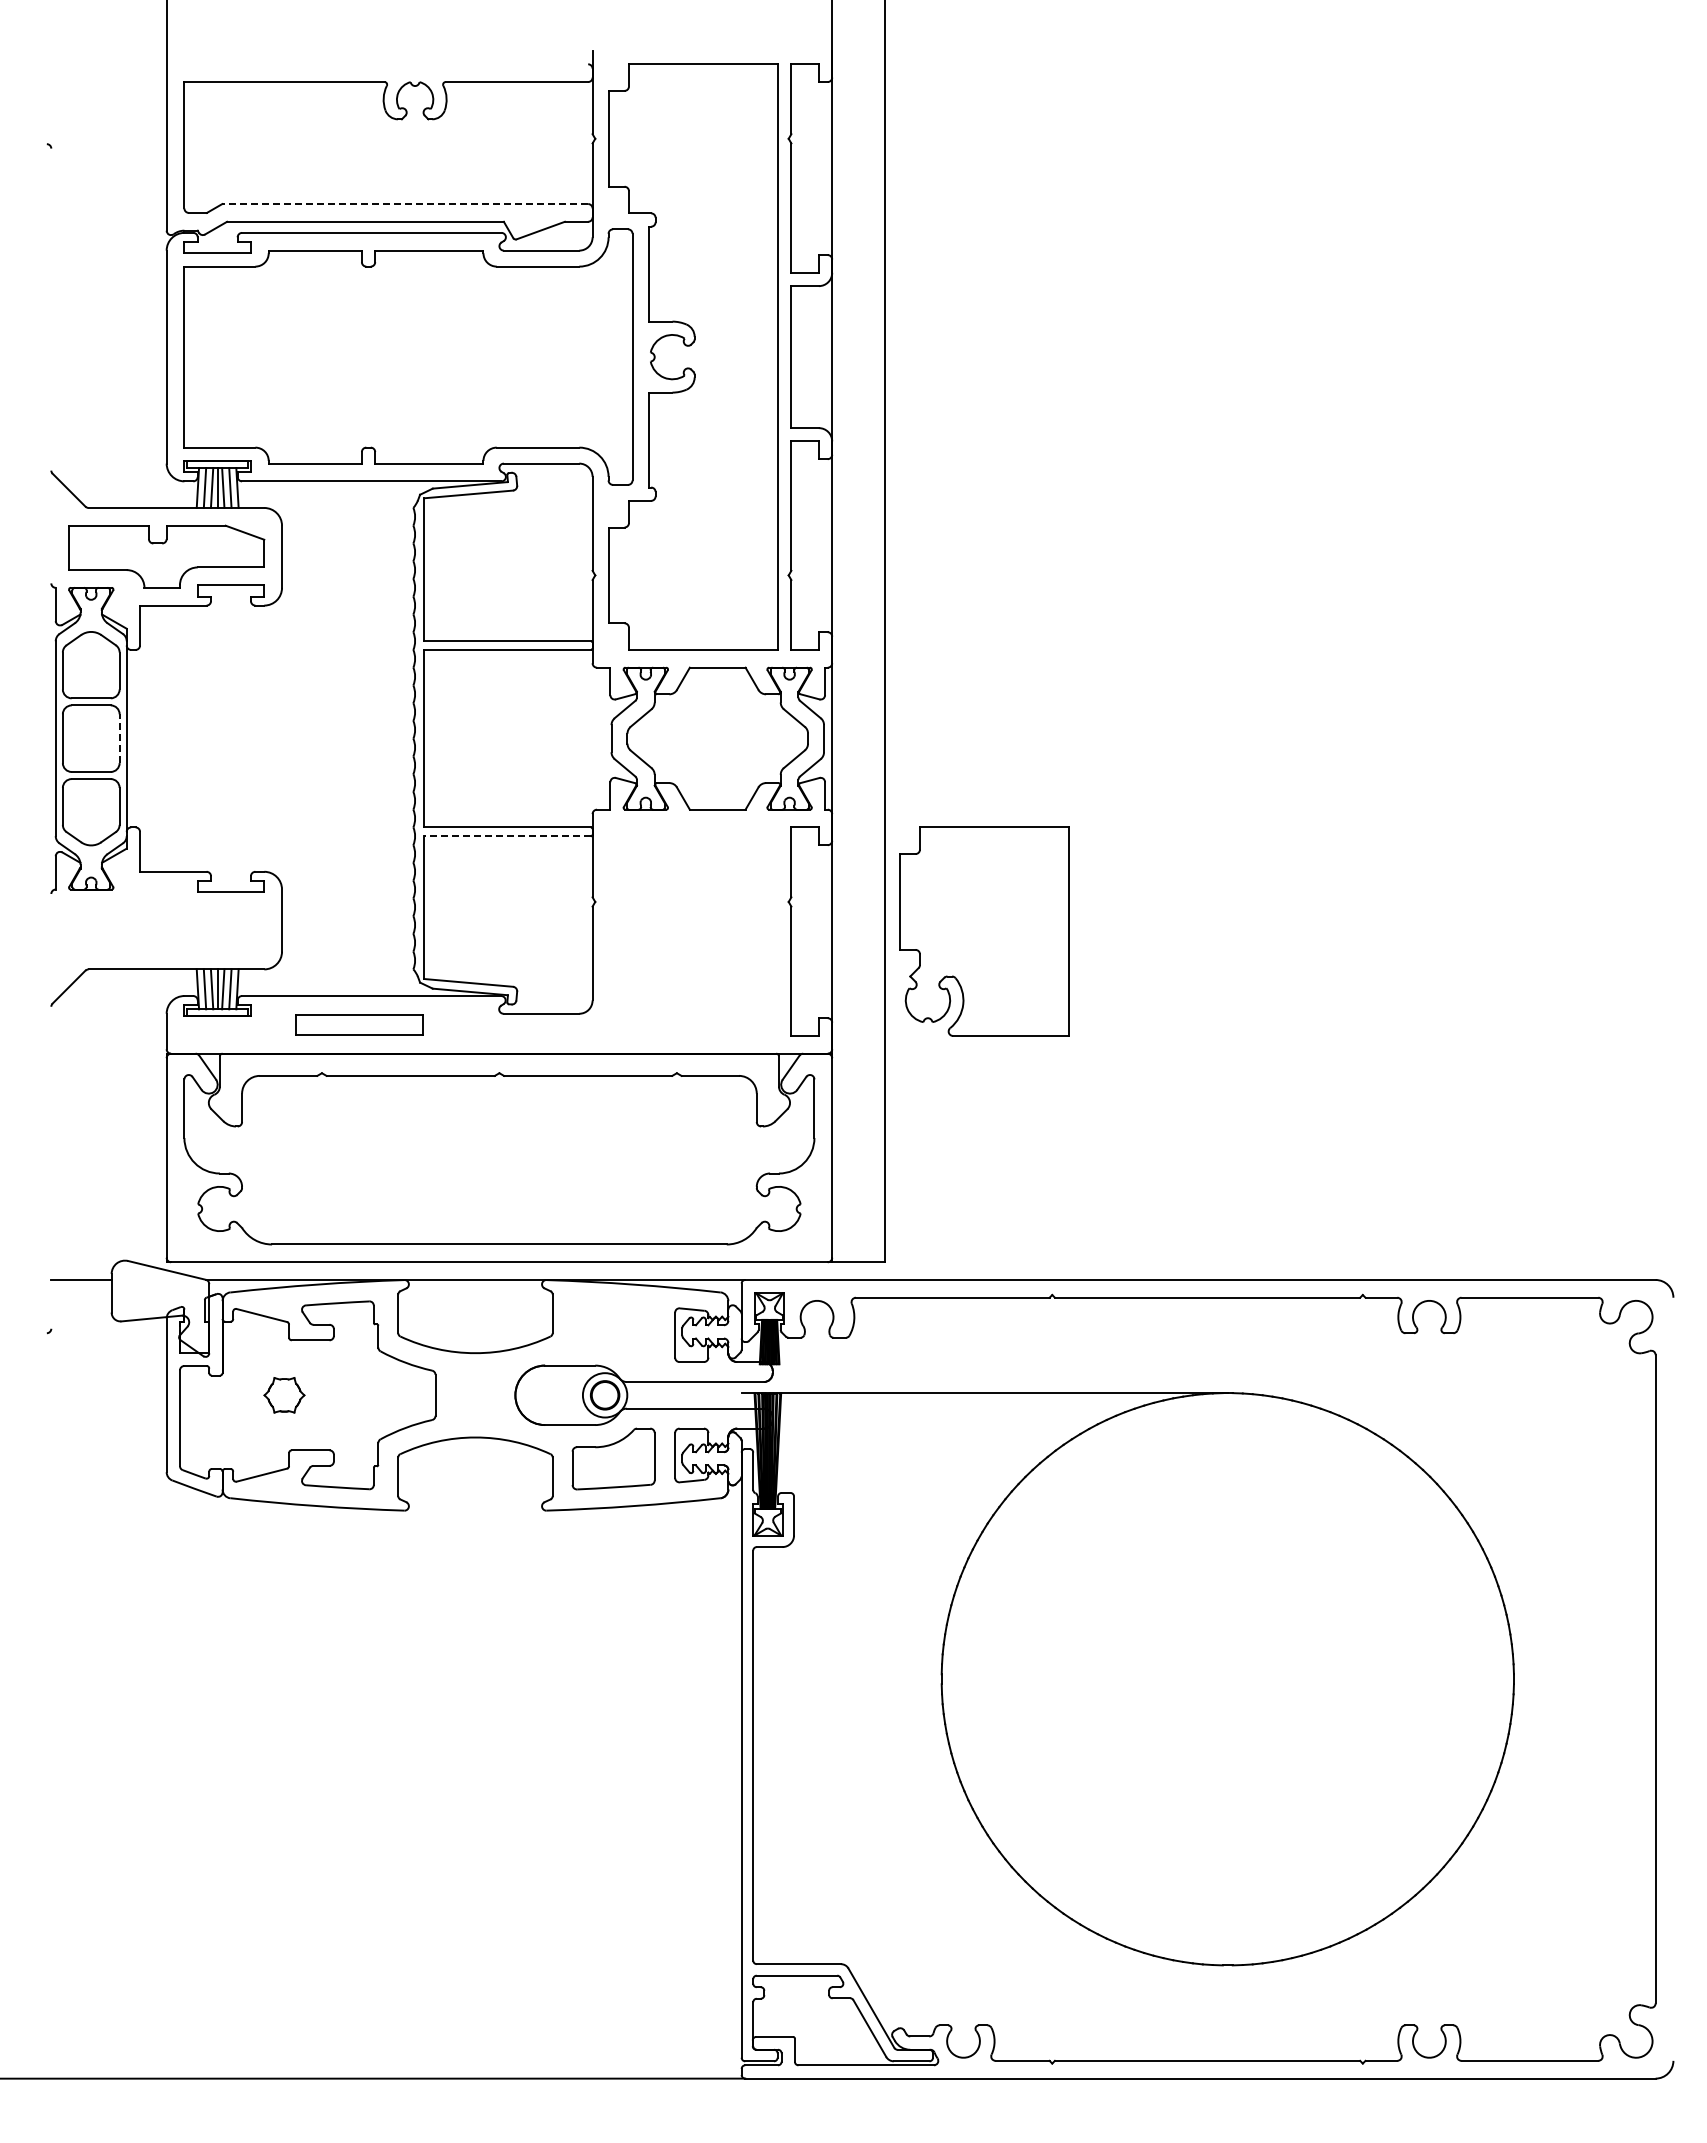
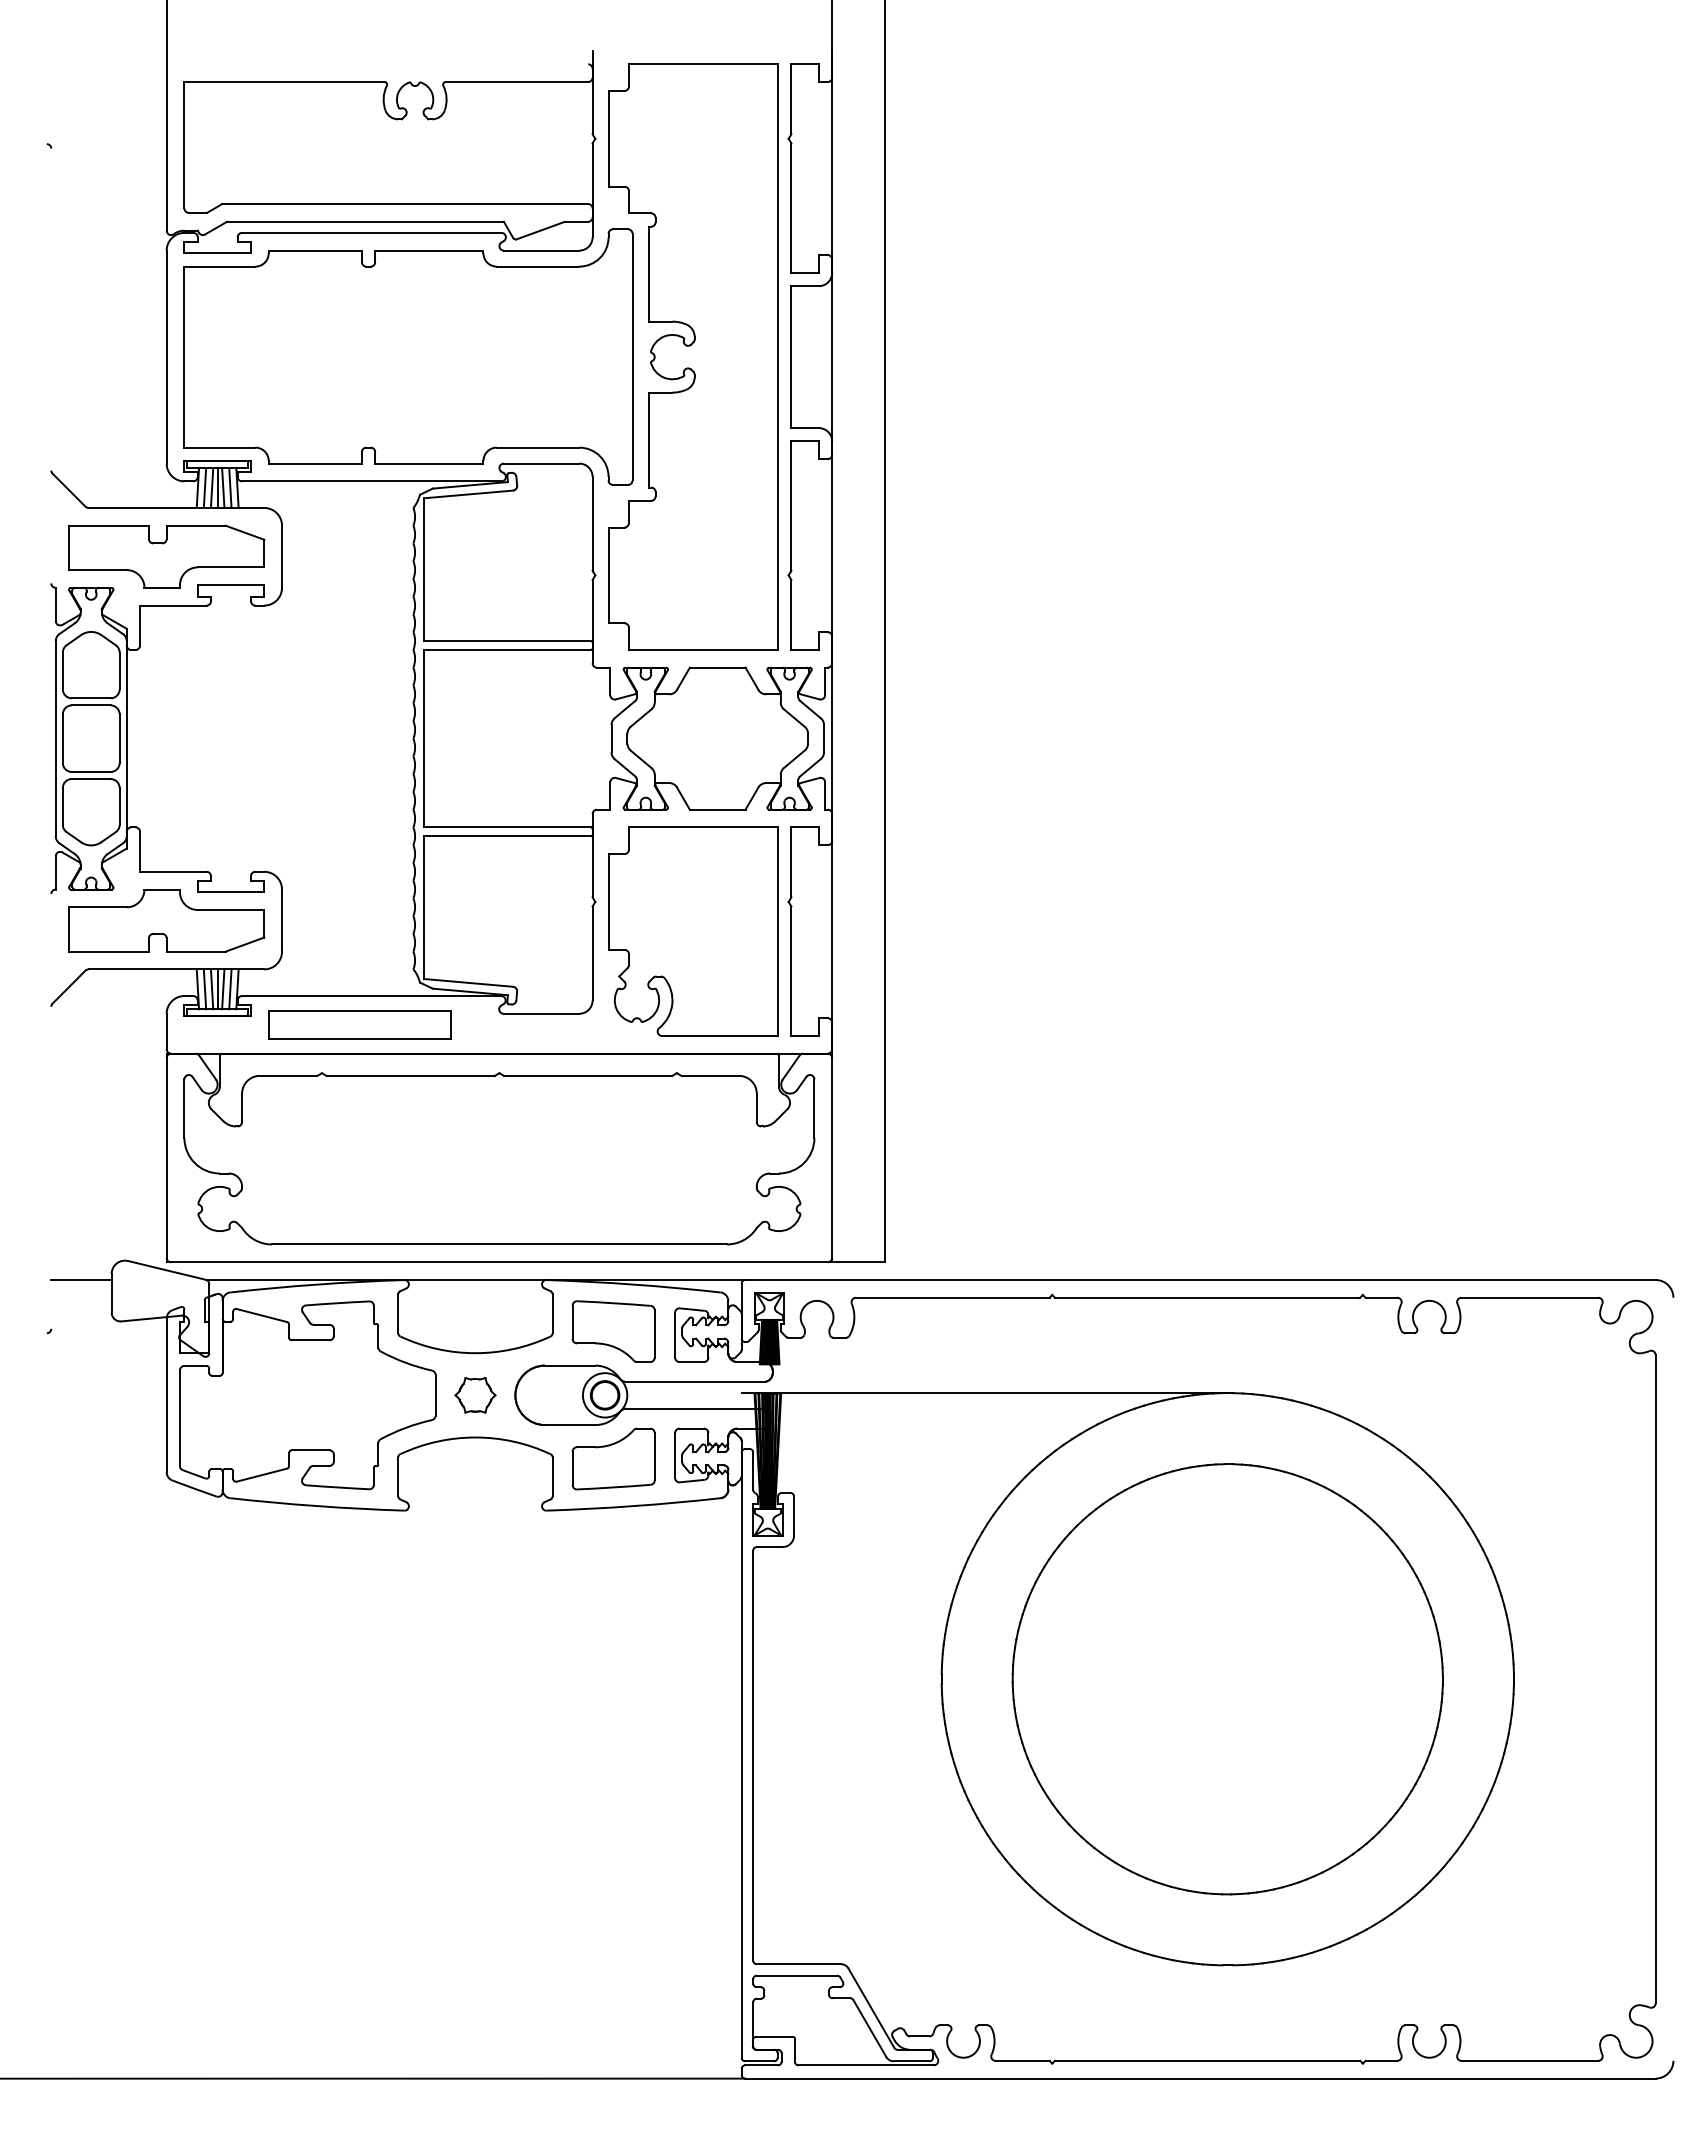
line at (405, 204): dashed -> solid
line at (119, 738): dashed -> solid
line at (506, 836): dashed -> solid
part at (166, 920): none -> present
part at (984, 931) position: (984, 931) -> (693, 931)
part at (359, 1024) size: 129x22 px -> 184x30 px
part at (613, 1331): none -> present
part at (284, 1395) position: (284, 1395) -> (475, 1395)
part at (1227, 1679): none -> present
